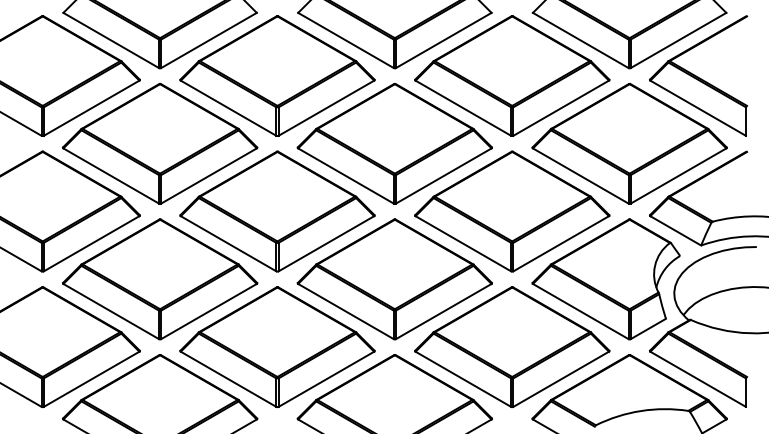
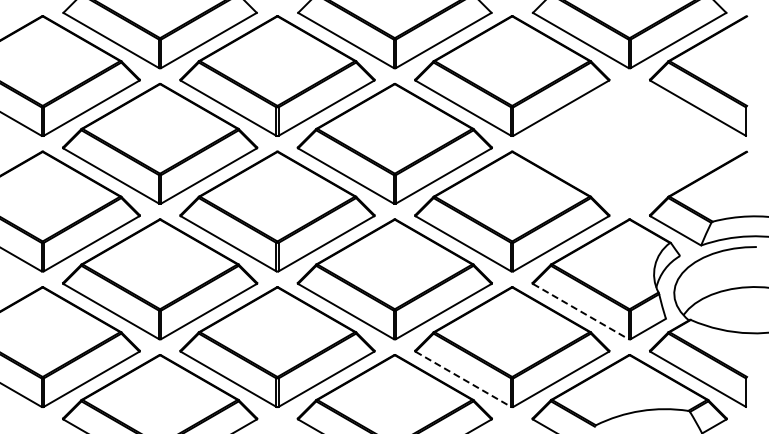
part at (629, 143): present -> none
line at (581, 311): solid -> dashed
line at (463, 379): solid -> dashed
